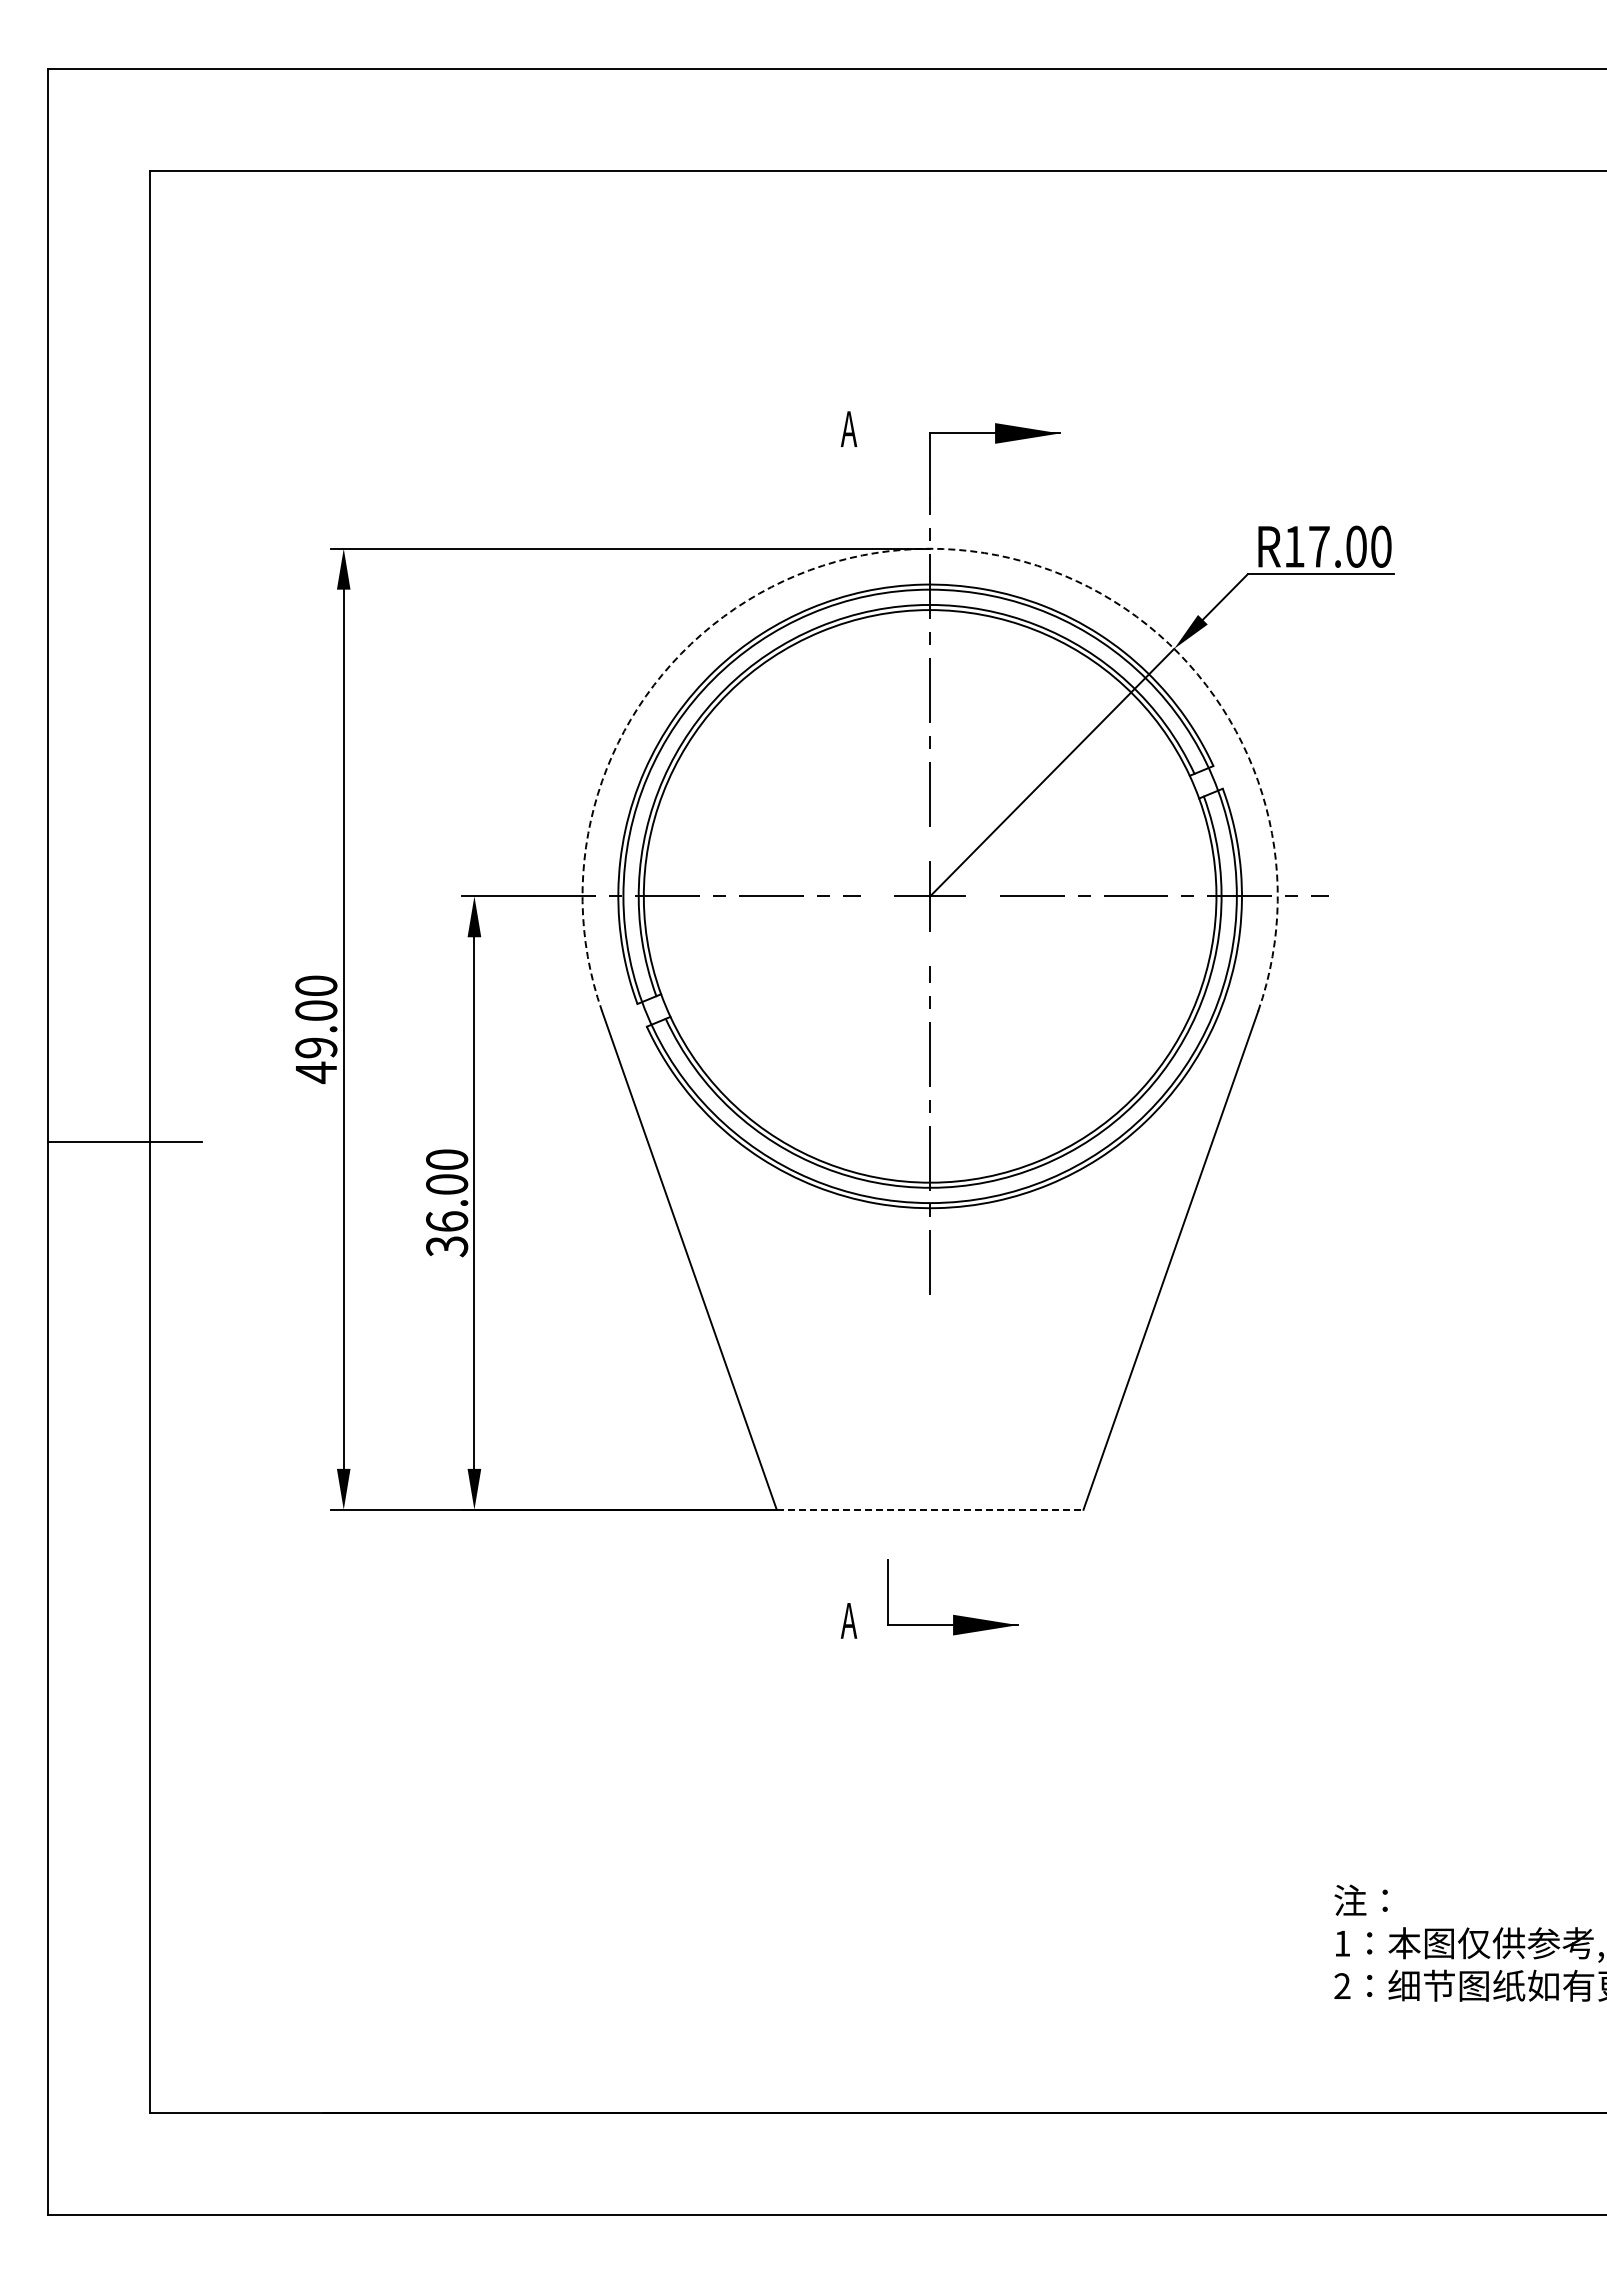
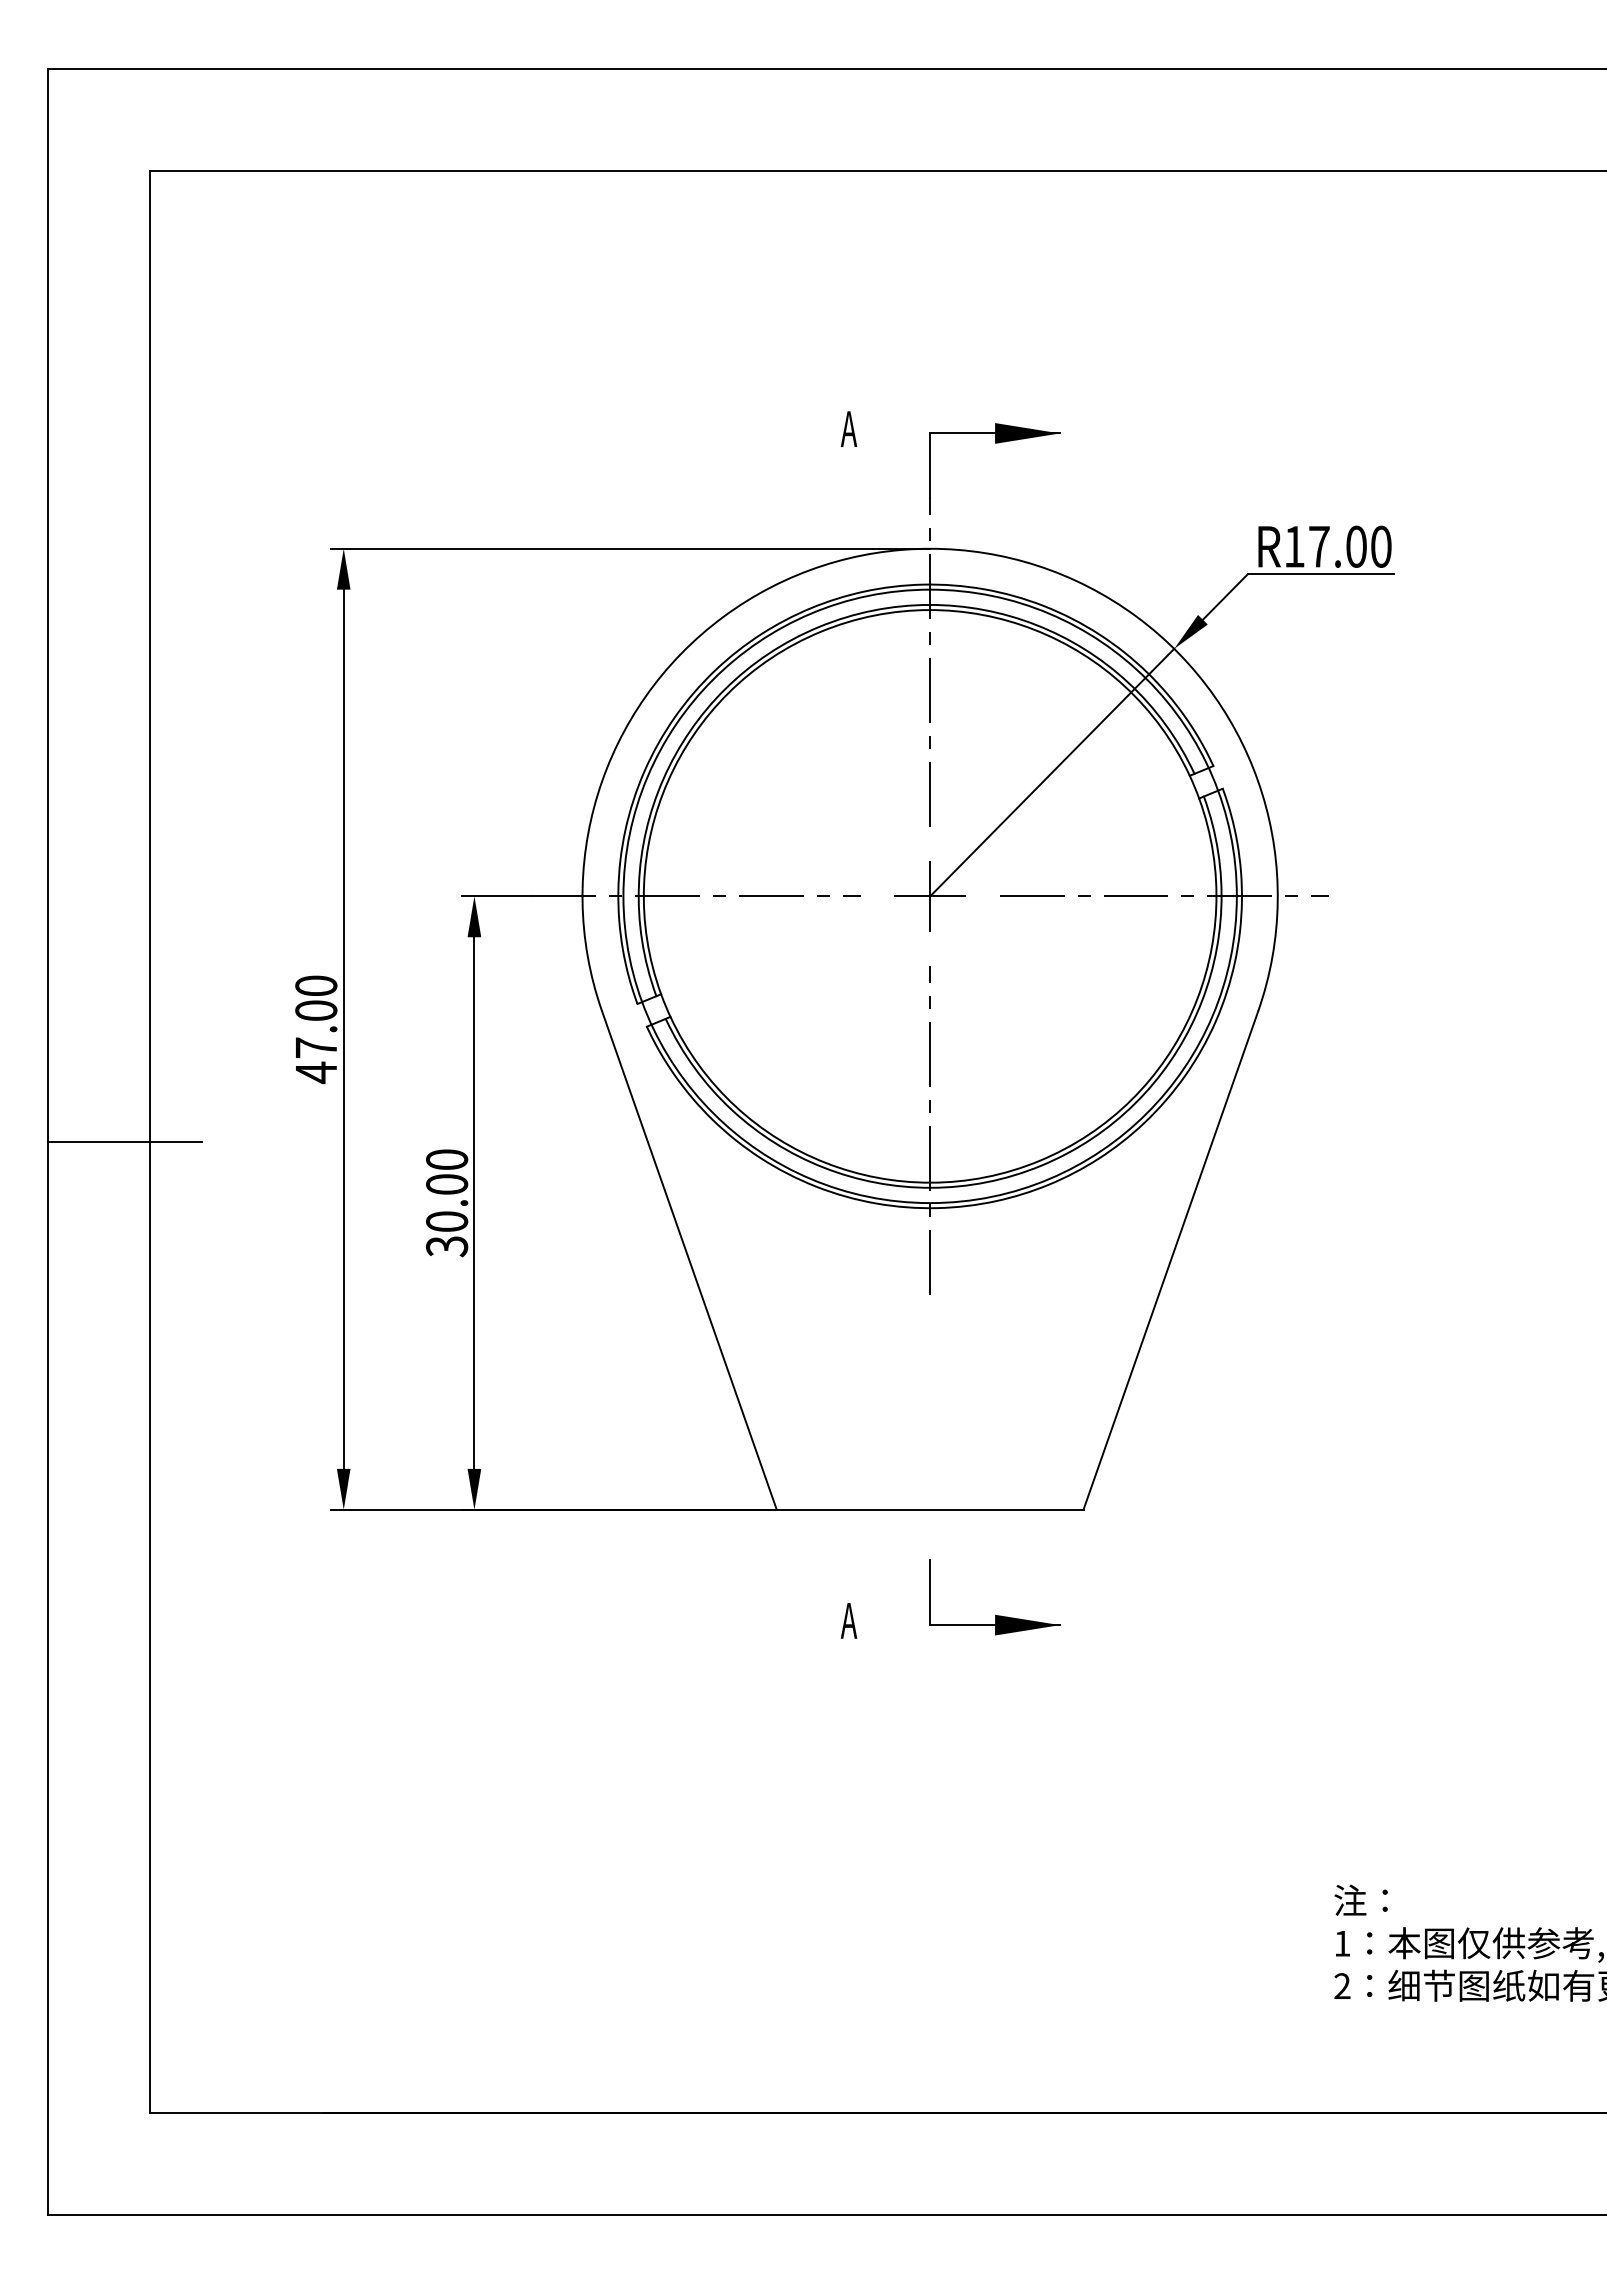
arc at (930, 548): dashed -> solid
text at (316, 1047): 49.00 -> 47.00
text at (447, 1221): 36.00 -> 30.00
line at (930, 1509): dashed -> solid
part at (953, 1614) position: (953, 1614) -> (995, 1614)
